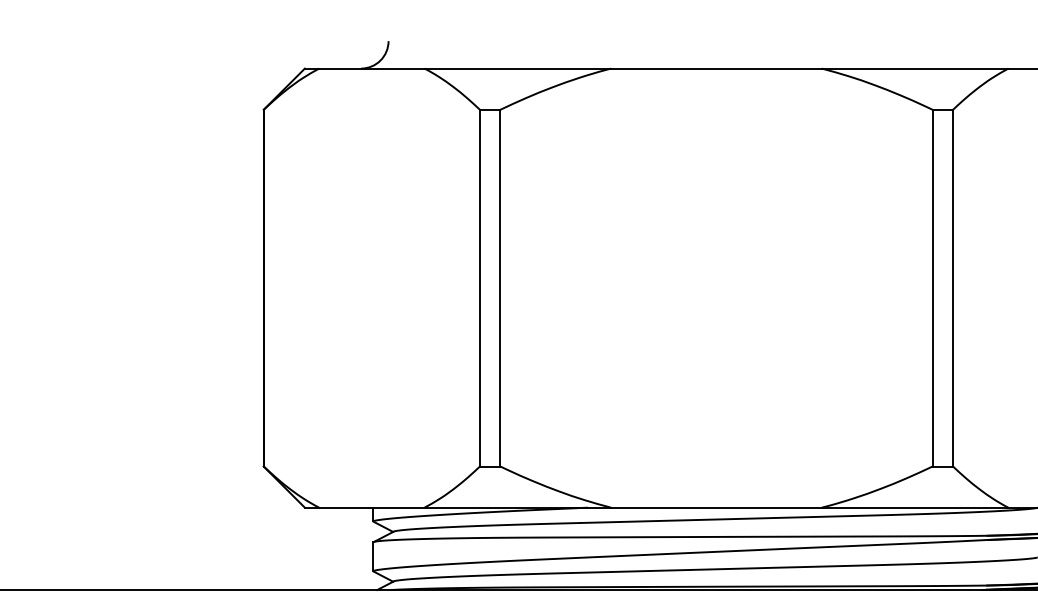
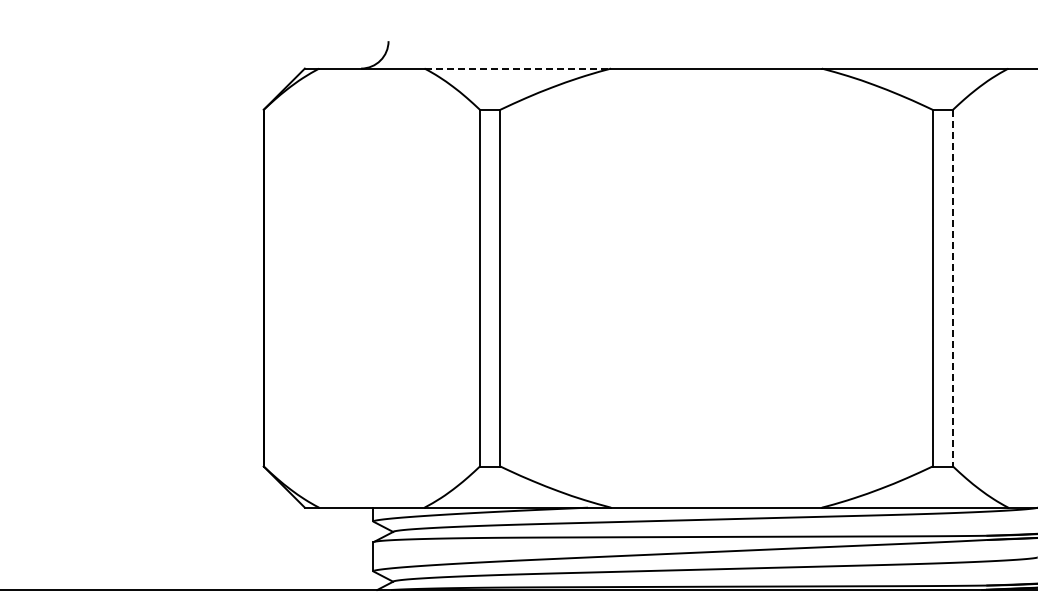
line at (518, 68): solid -> dashed
line at (953, 288): solid -> dashed
